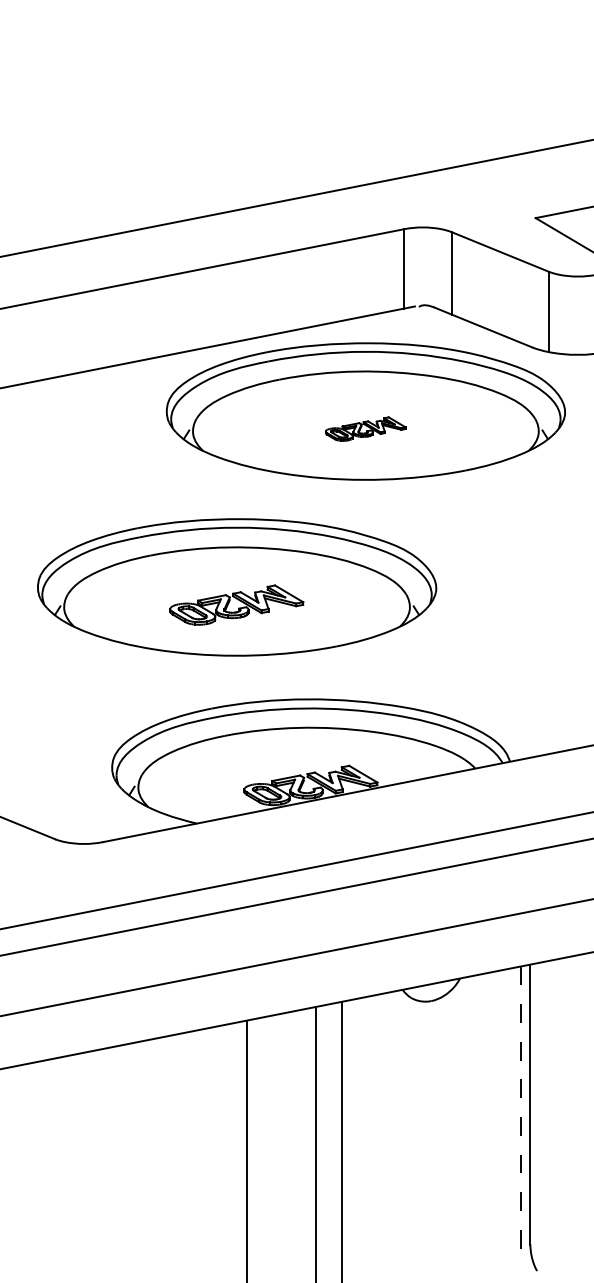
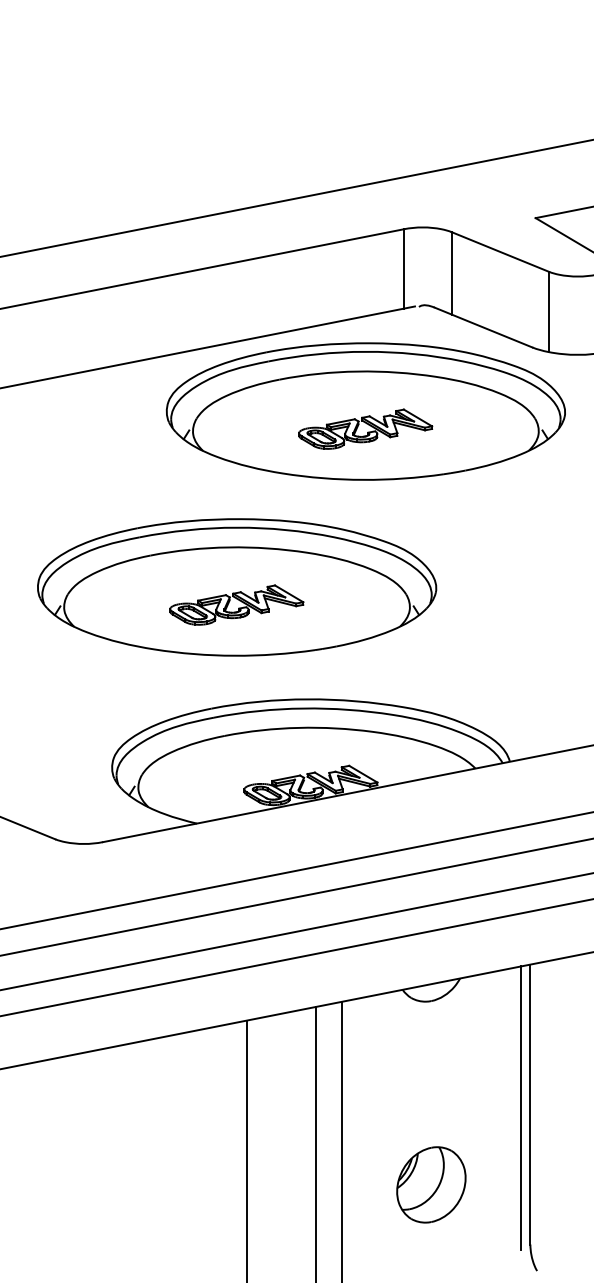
part at (365, 428) size: 82x26 px -> 136x42 px
line at (296, 931): none -> present
line at (521, 1108): dashed -> solid
part at (431, 1184): none -> present
